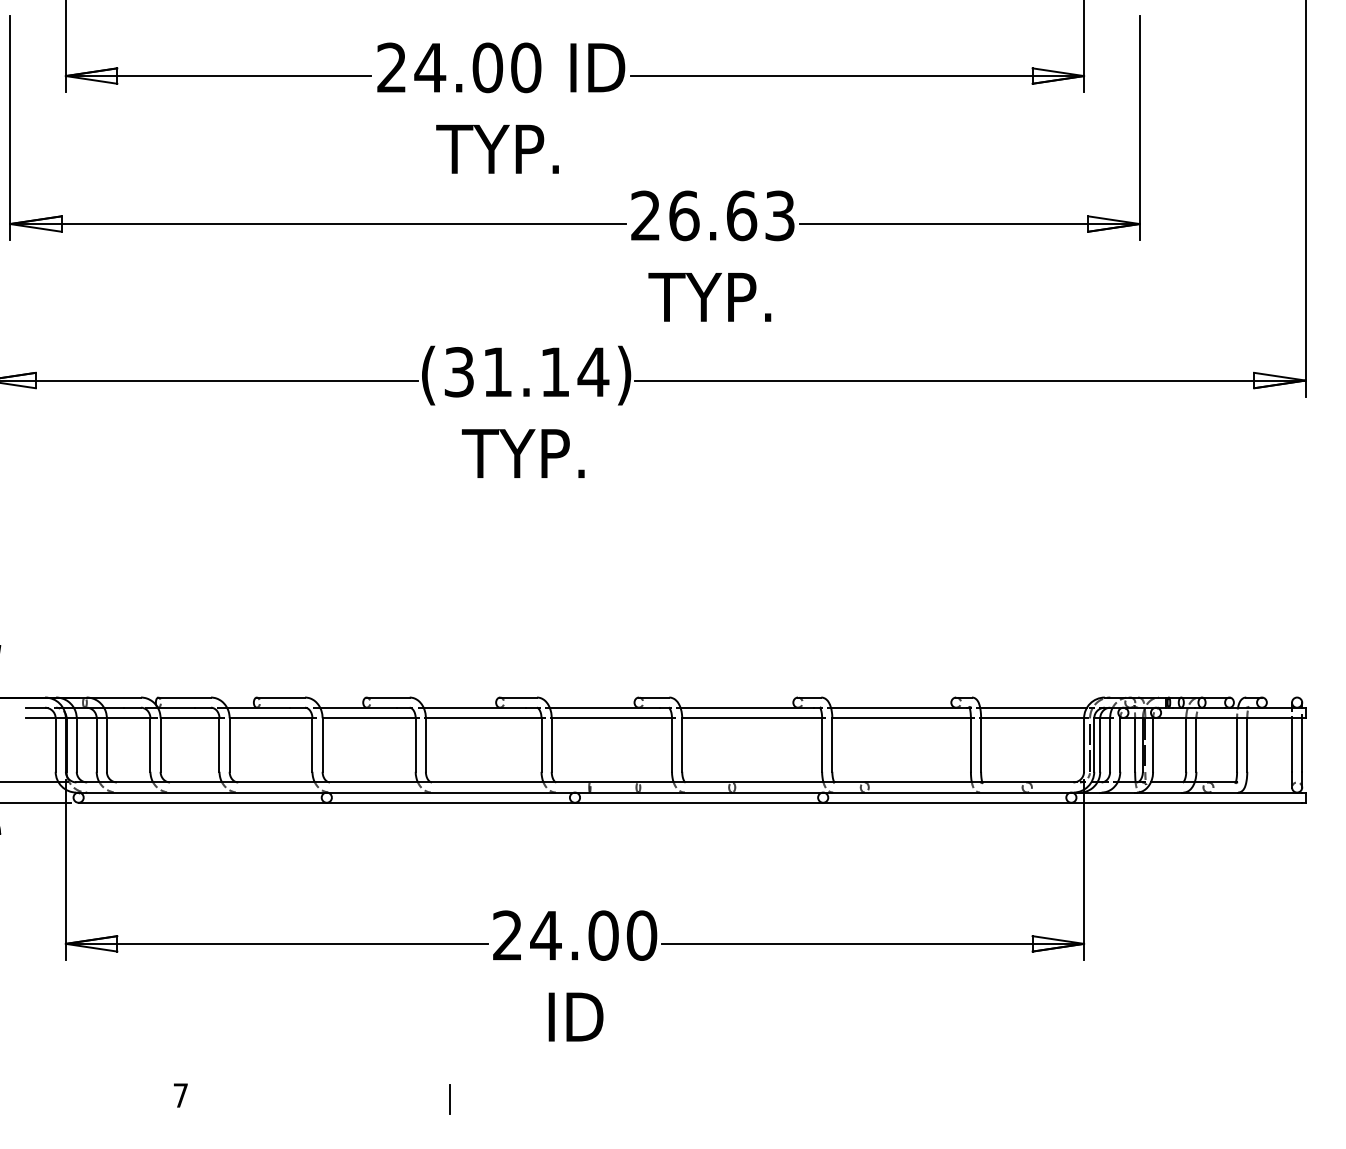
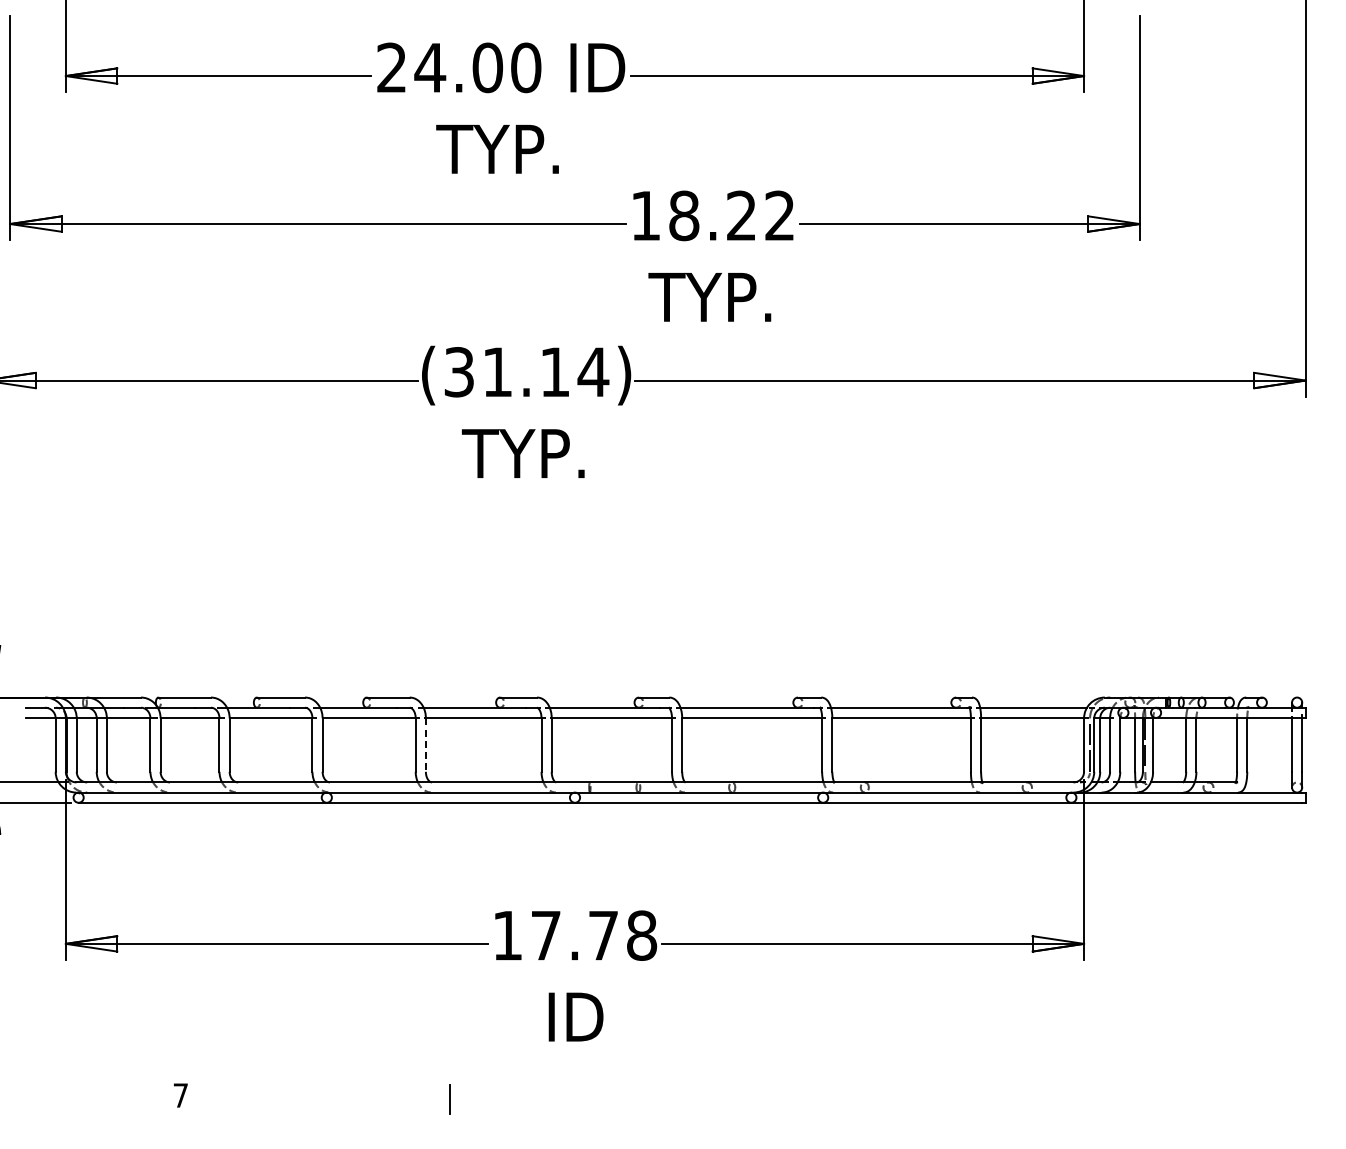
text at (712, 215): 26.63 -> 18.22
line at (425, 745): solid -> dashed
text at (575, 935): 24.00 -> 17.78
